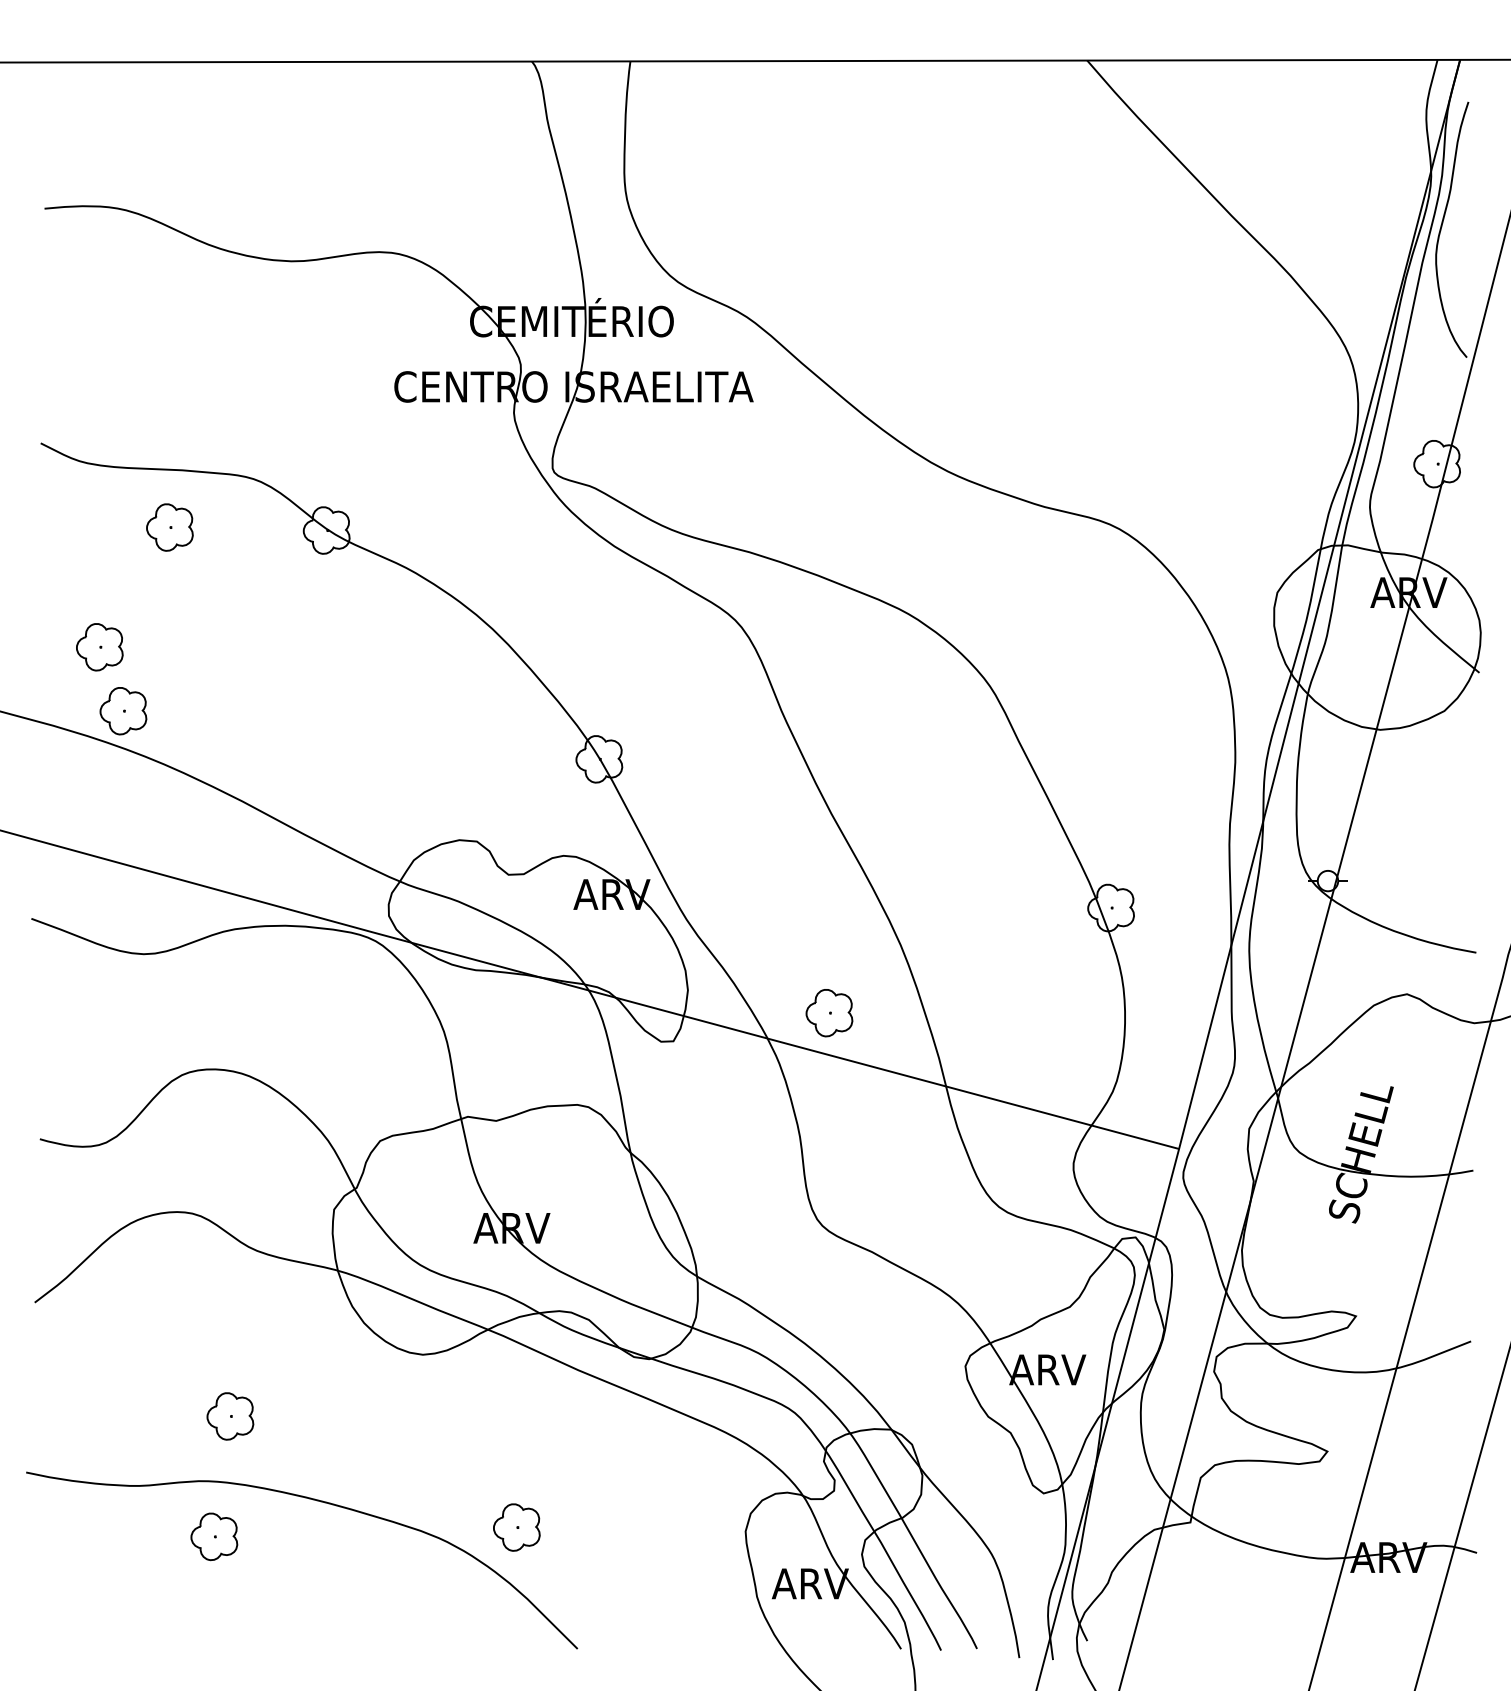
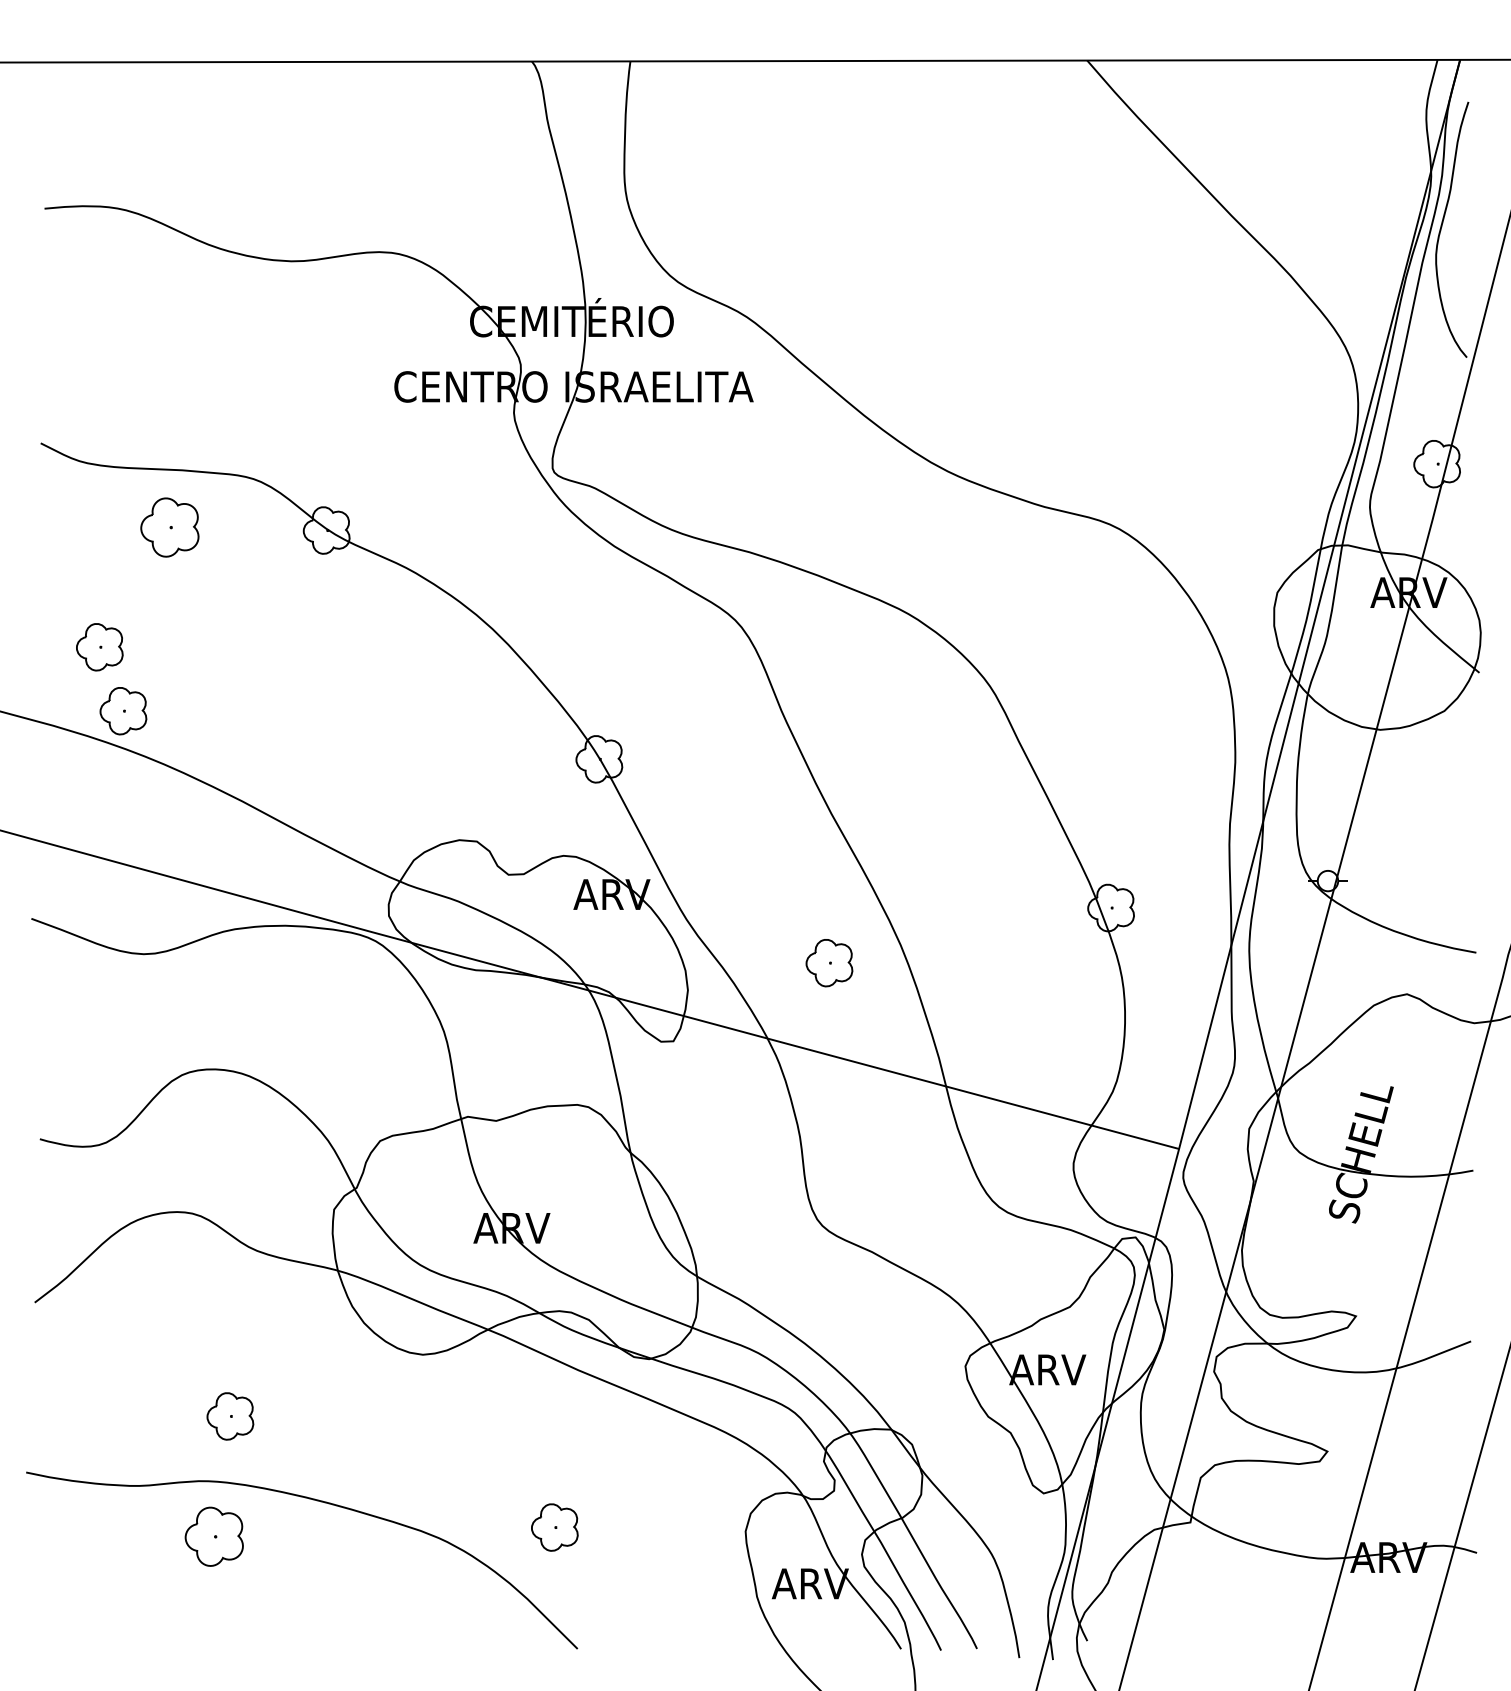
part at (169, 527) size: 48x49 px -> 60x61 px
part at (829, 1013) position: (829, 1013) -> (829, 963)
part at (516, 1527) position: (516, 1527) -> (554, 1527)
part at (214, 1536) size: 49x50 px -> 60x61 px
